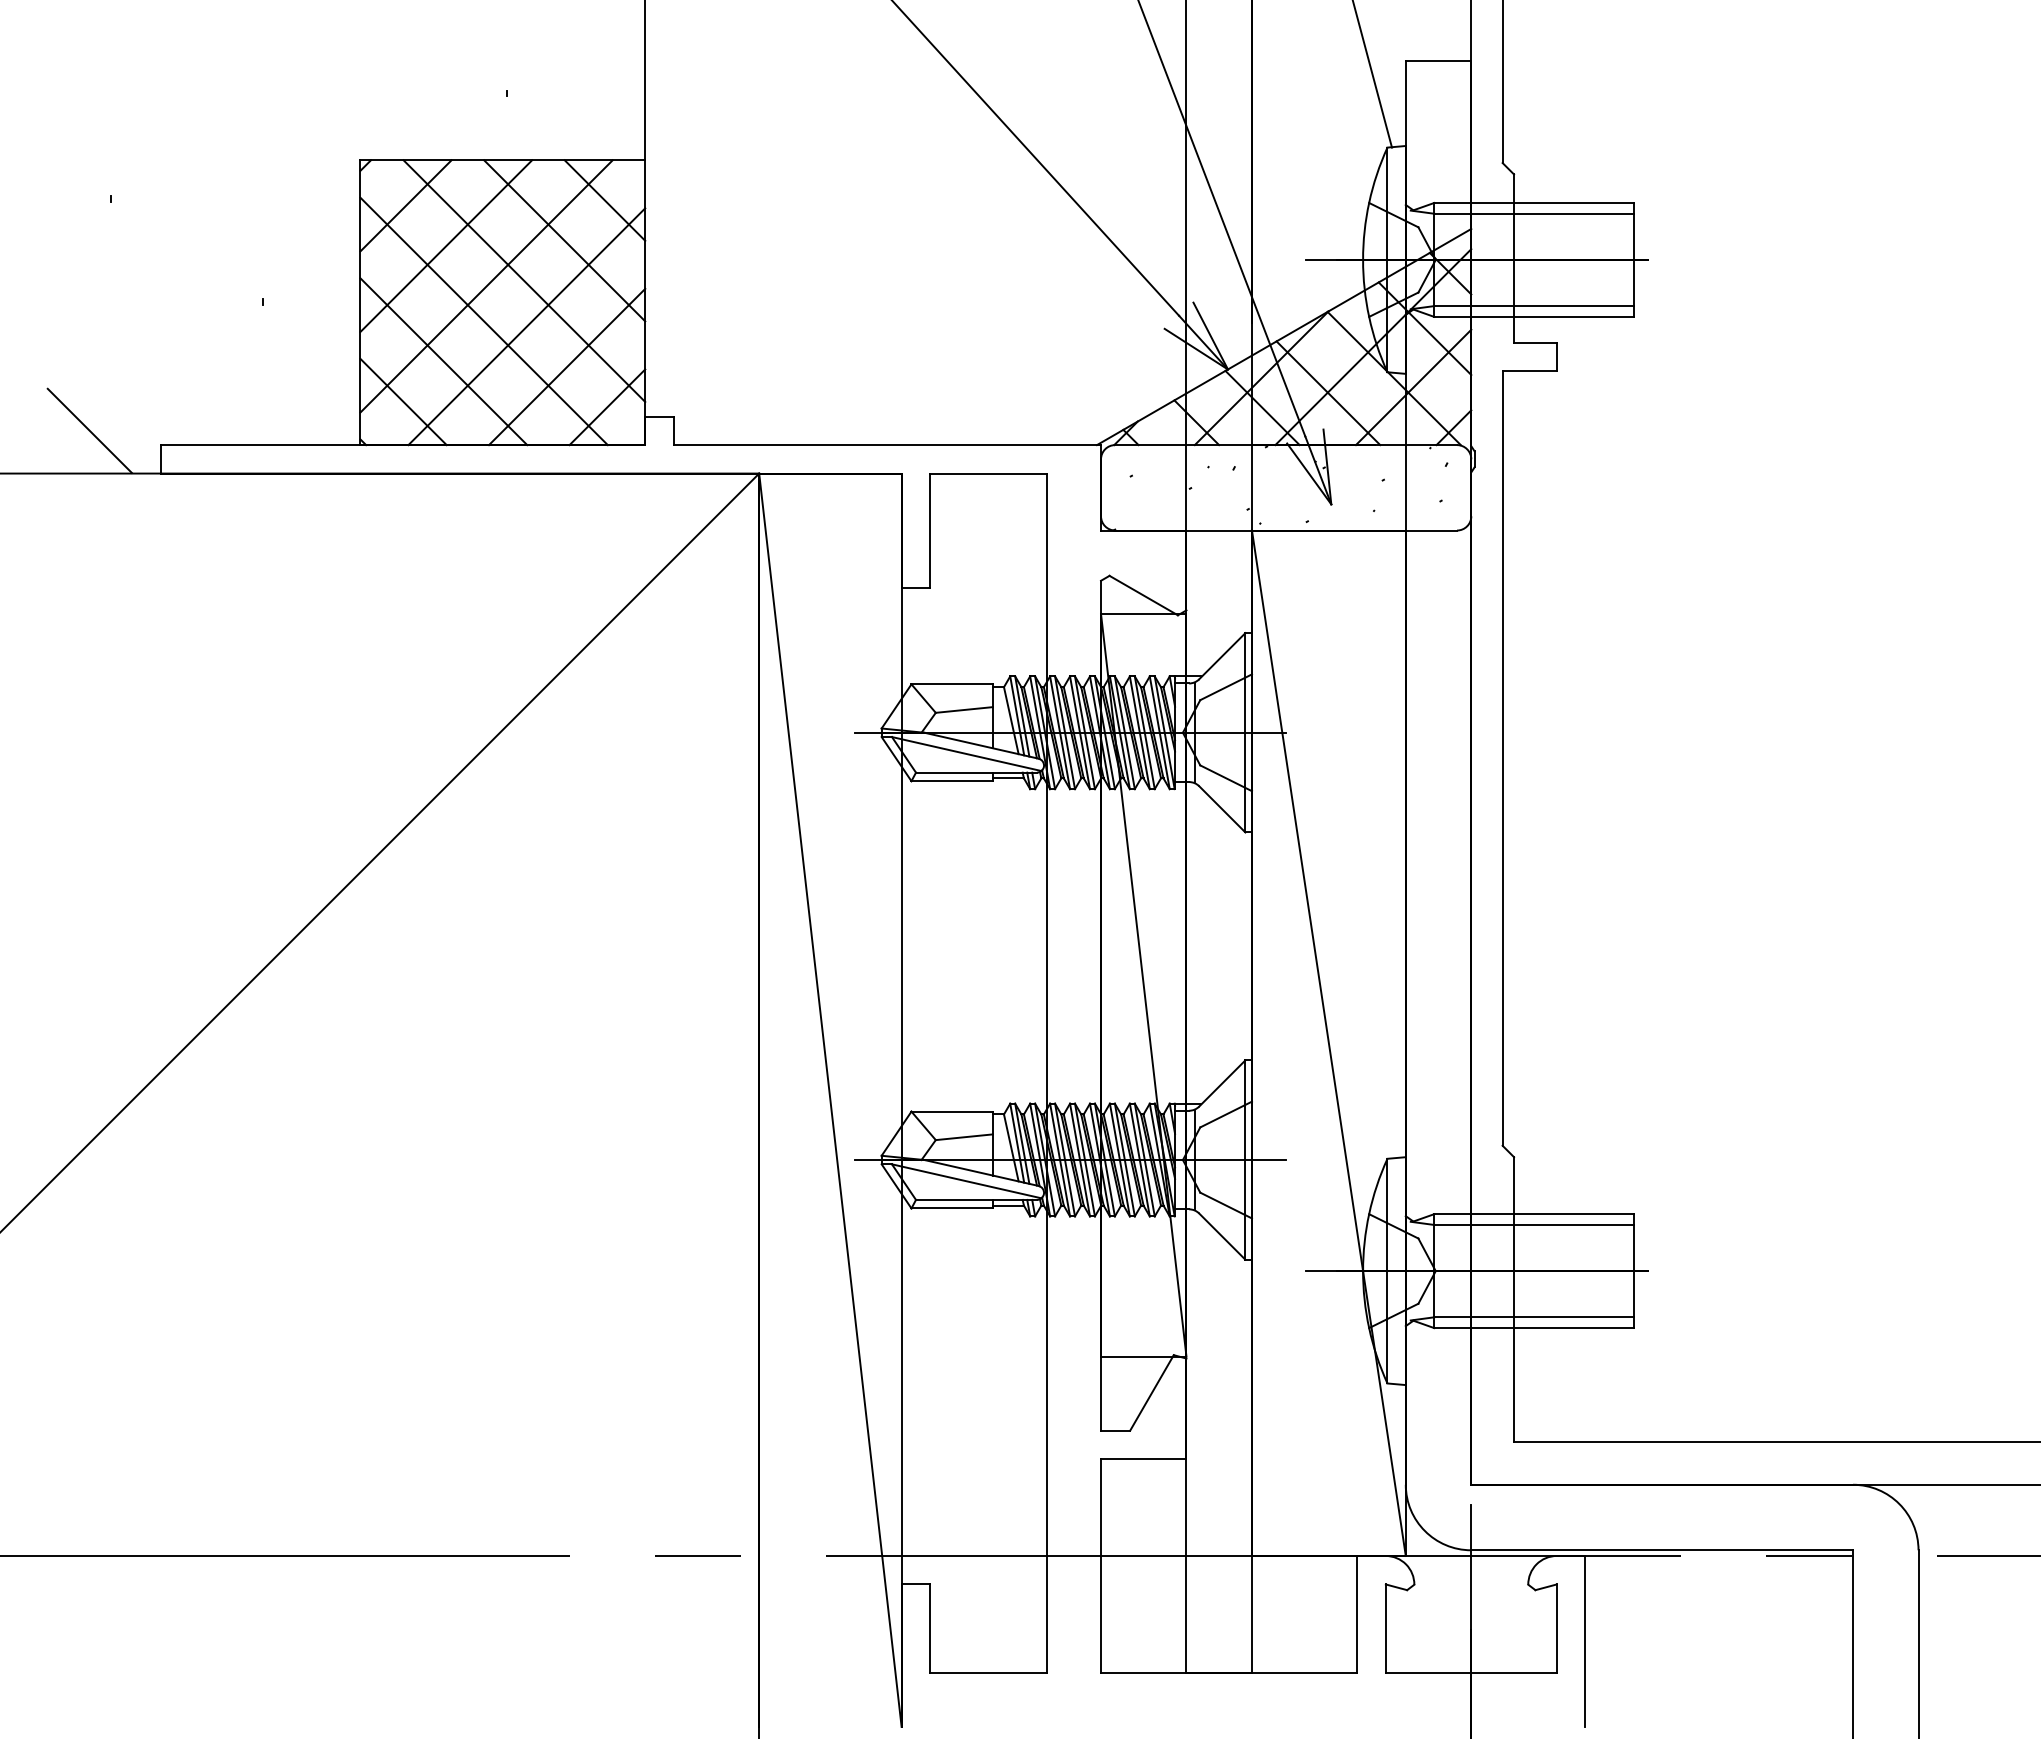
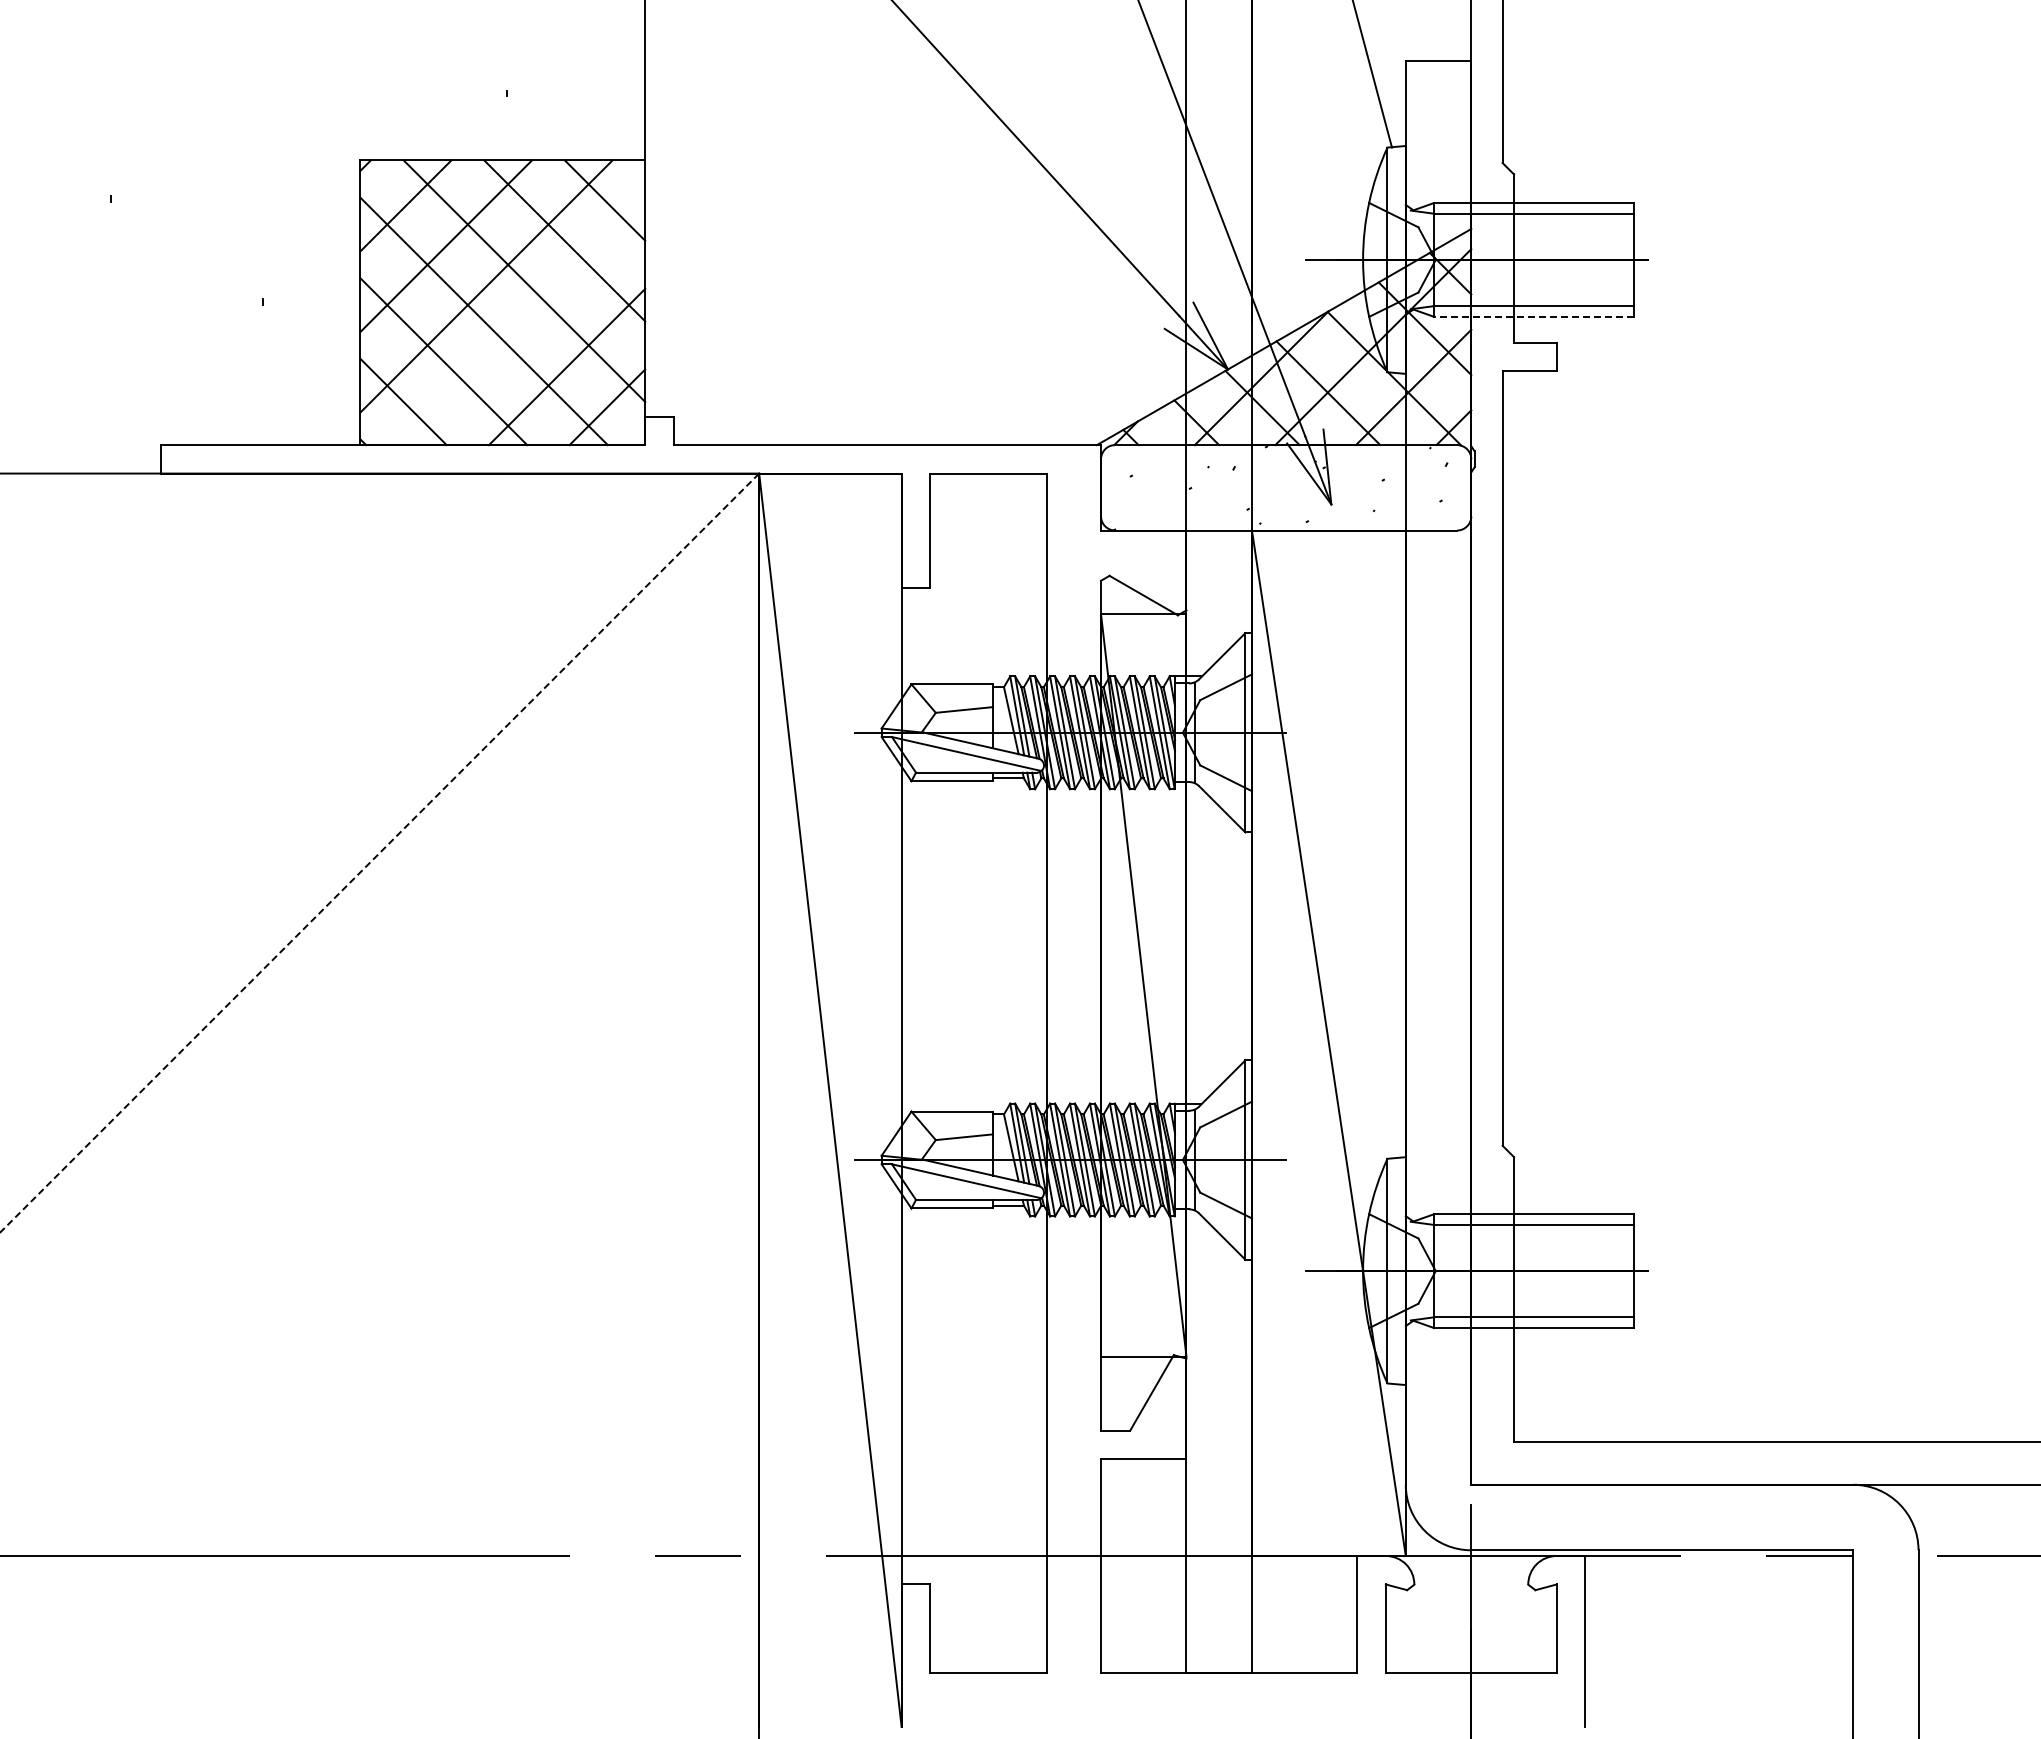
line at (1533, 316): solid -> dashed
line at (526, 326): present -> none
line at (89, 430): present -> none
line at (379, 853): solid -> dashed
